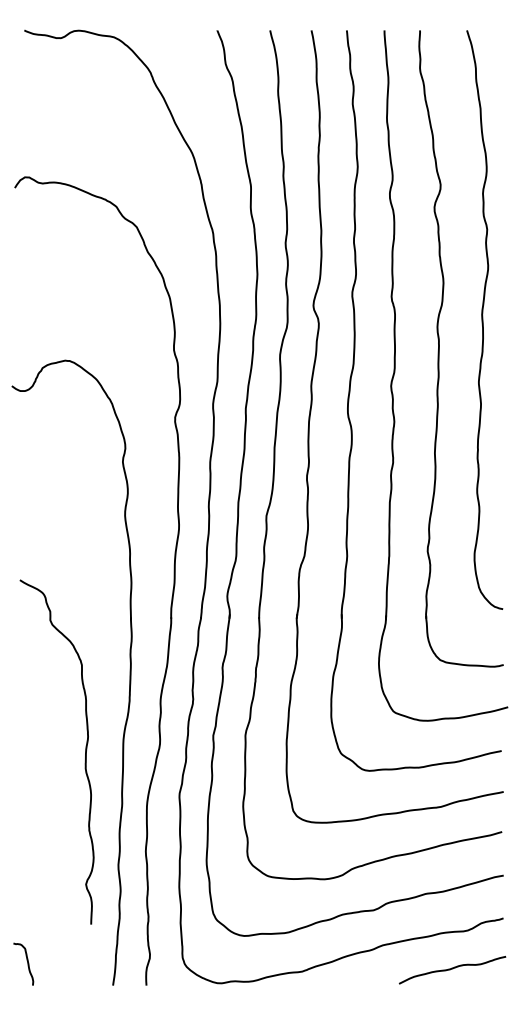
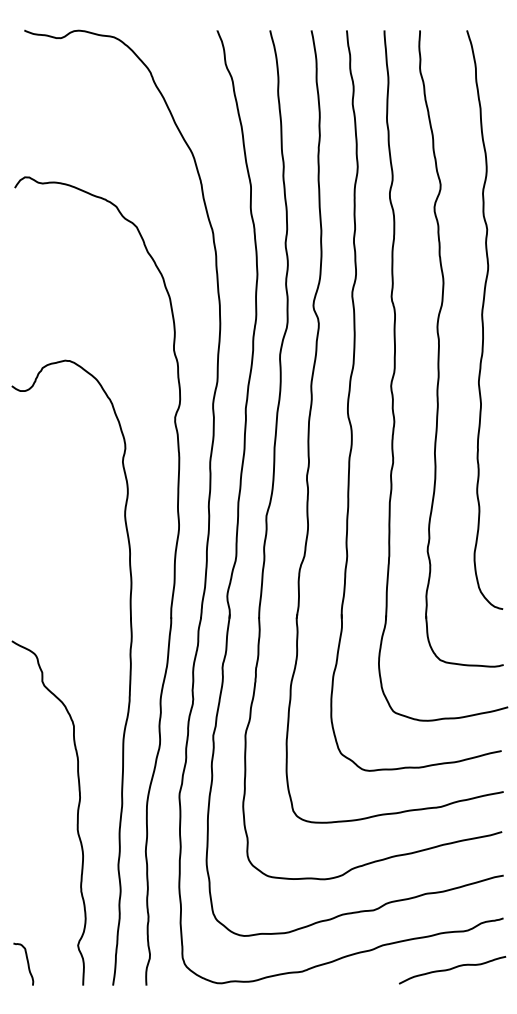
curve at (85, 751) position: (85, 751) -> (77, 812)
